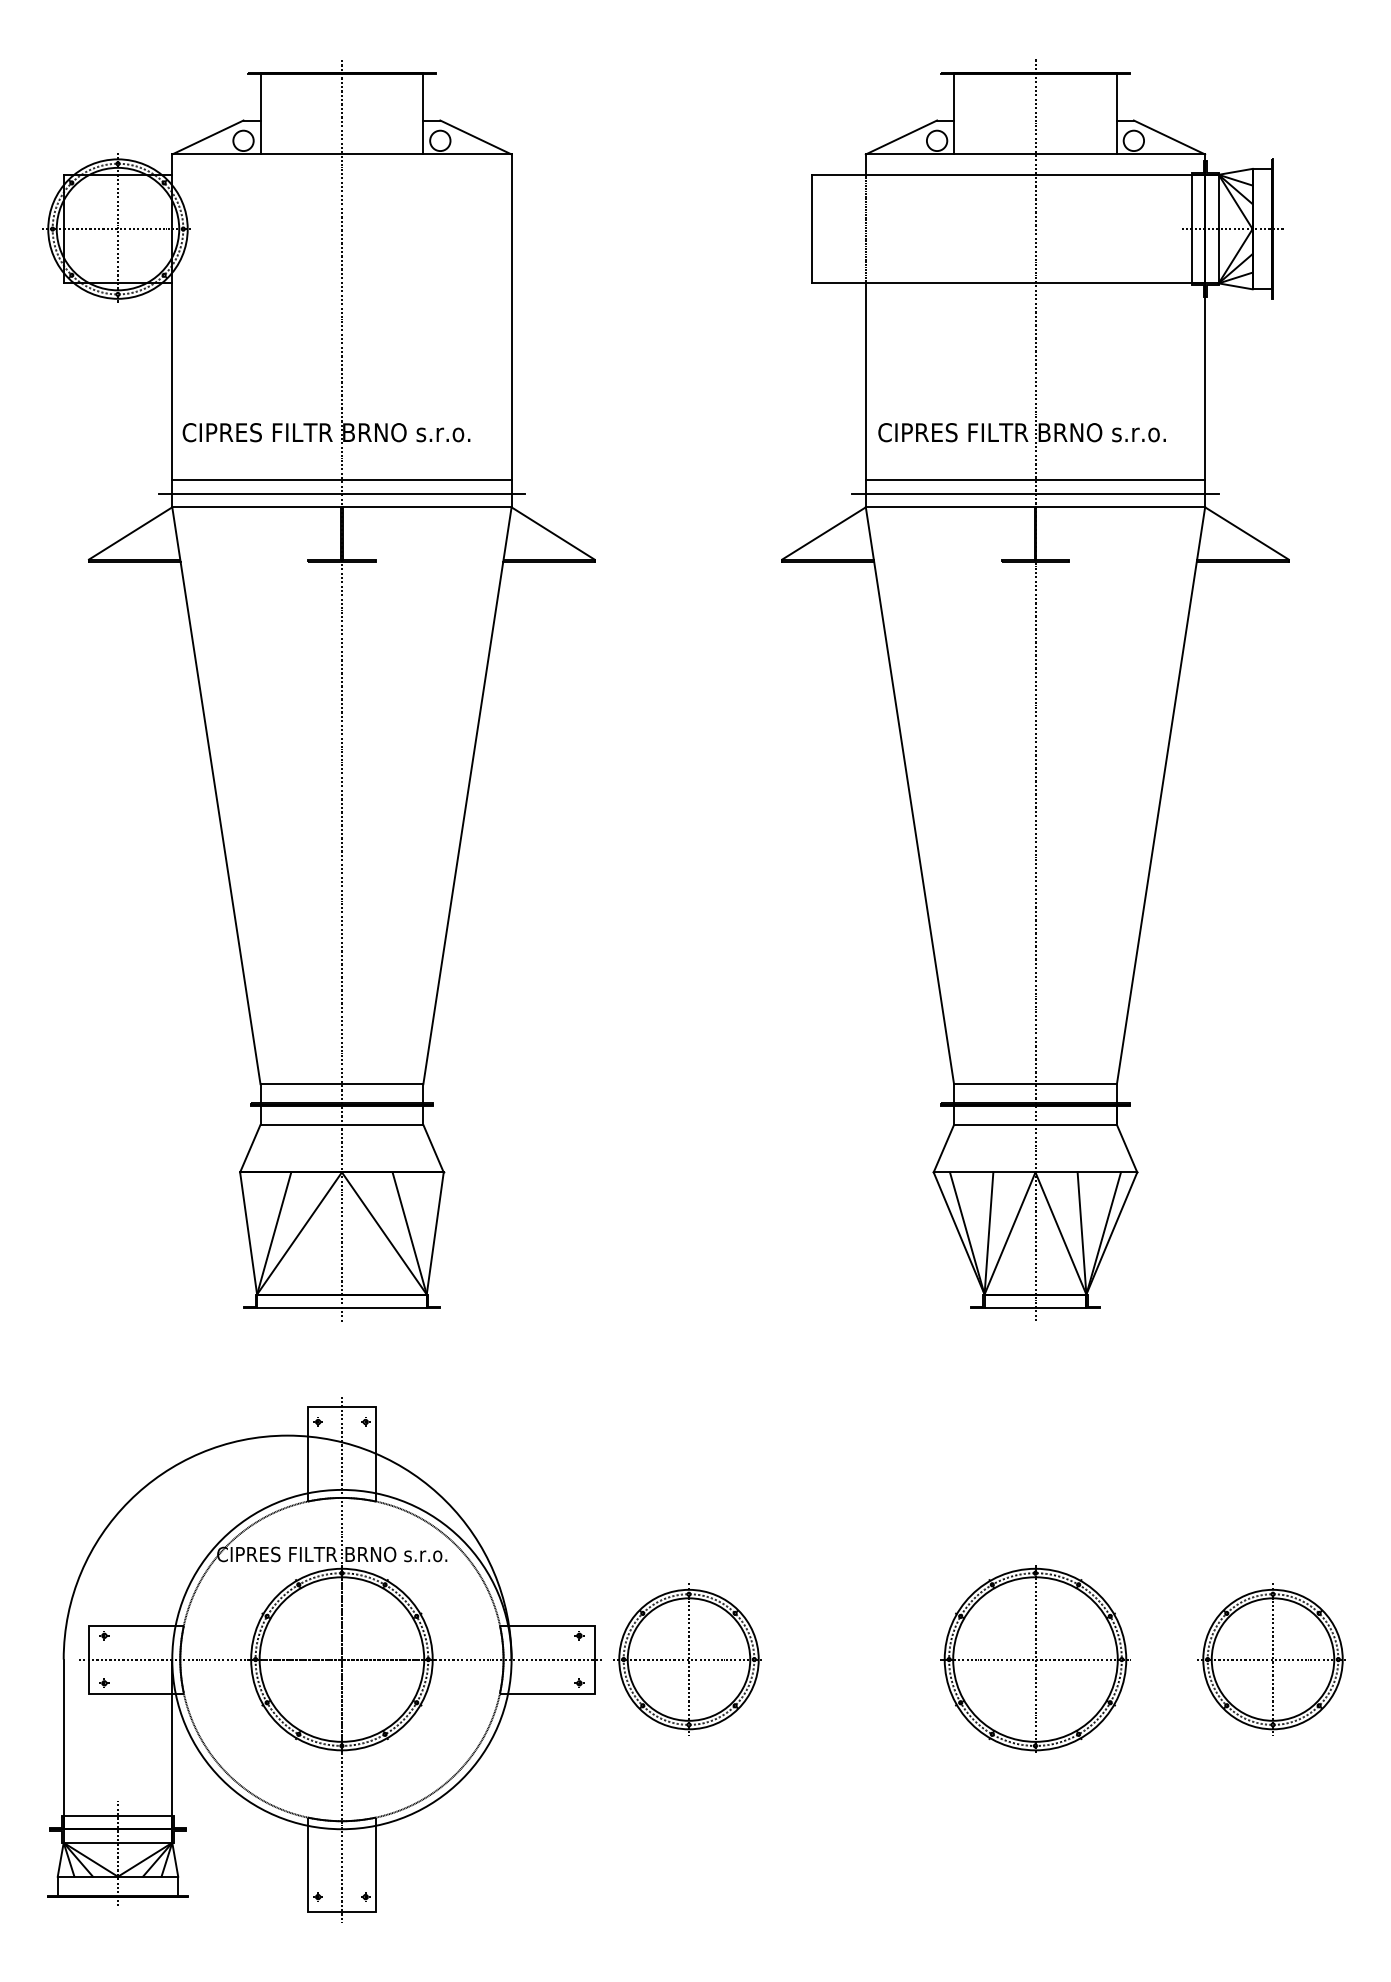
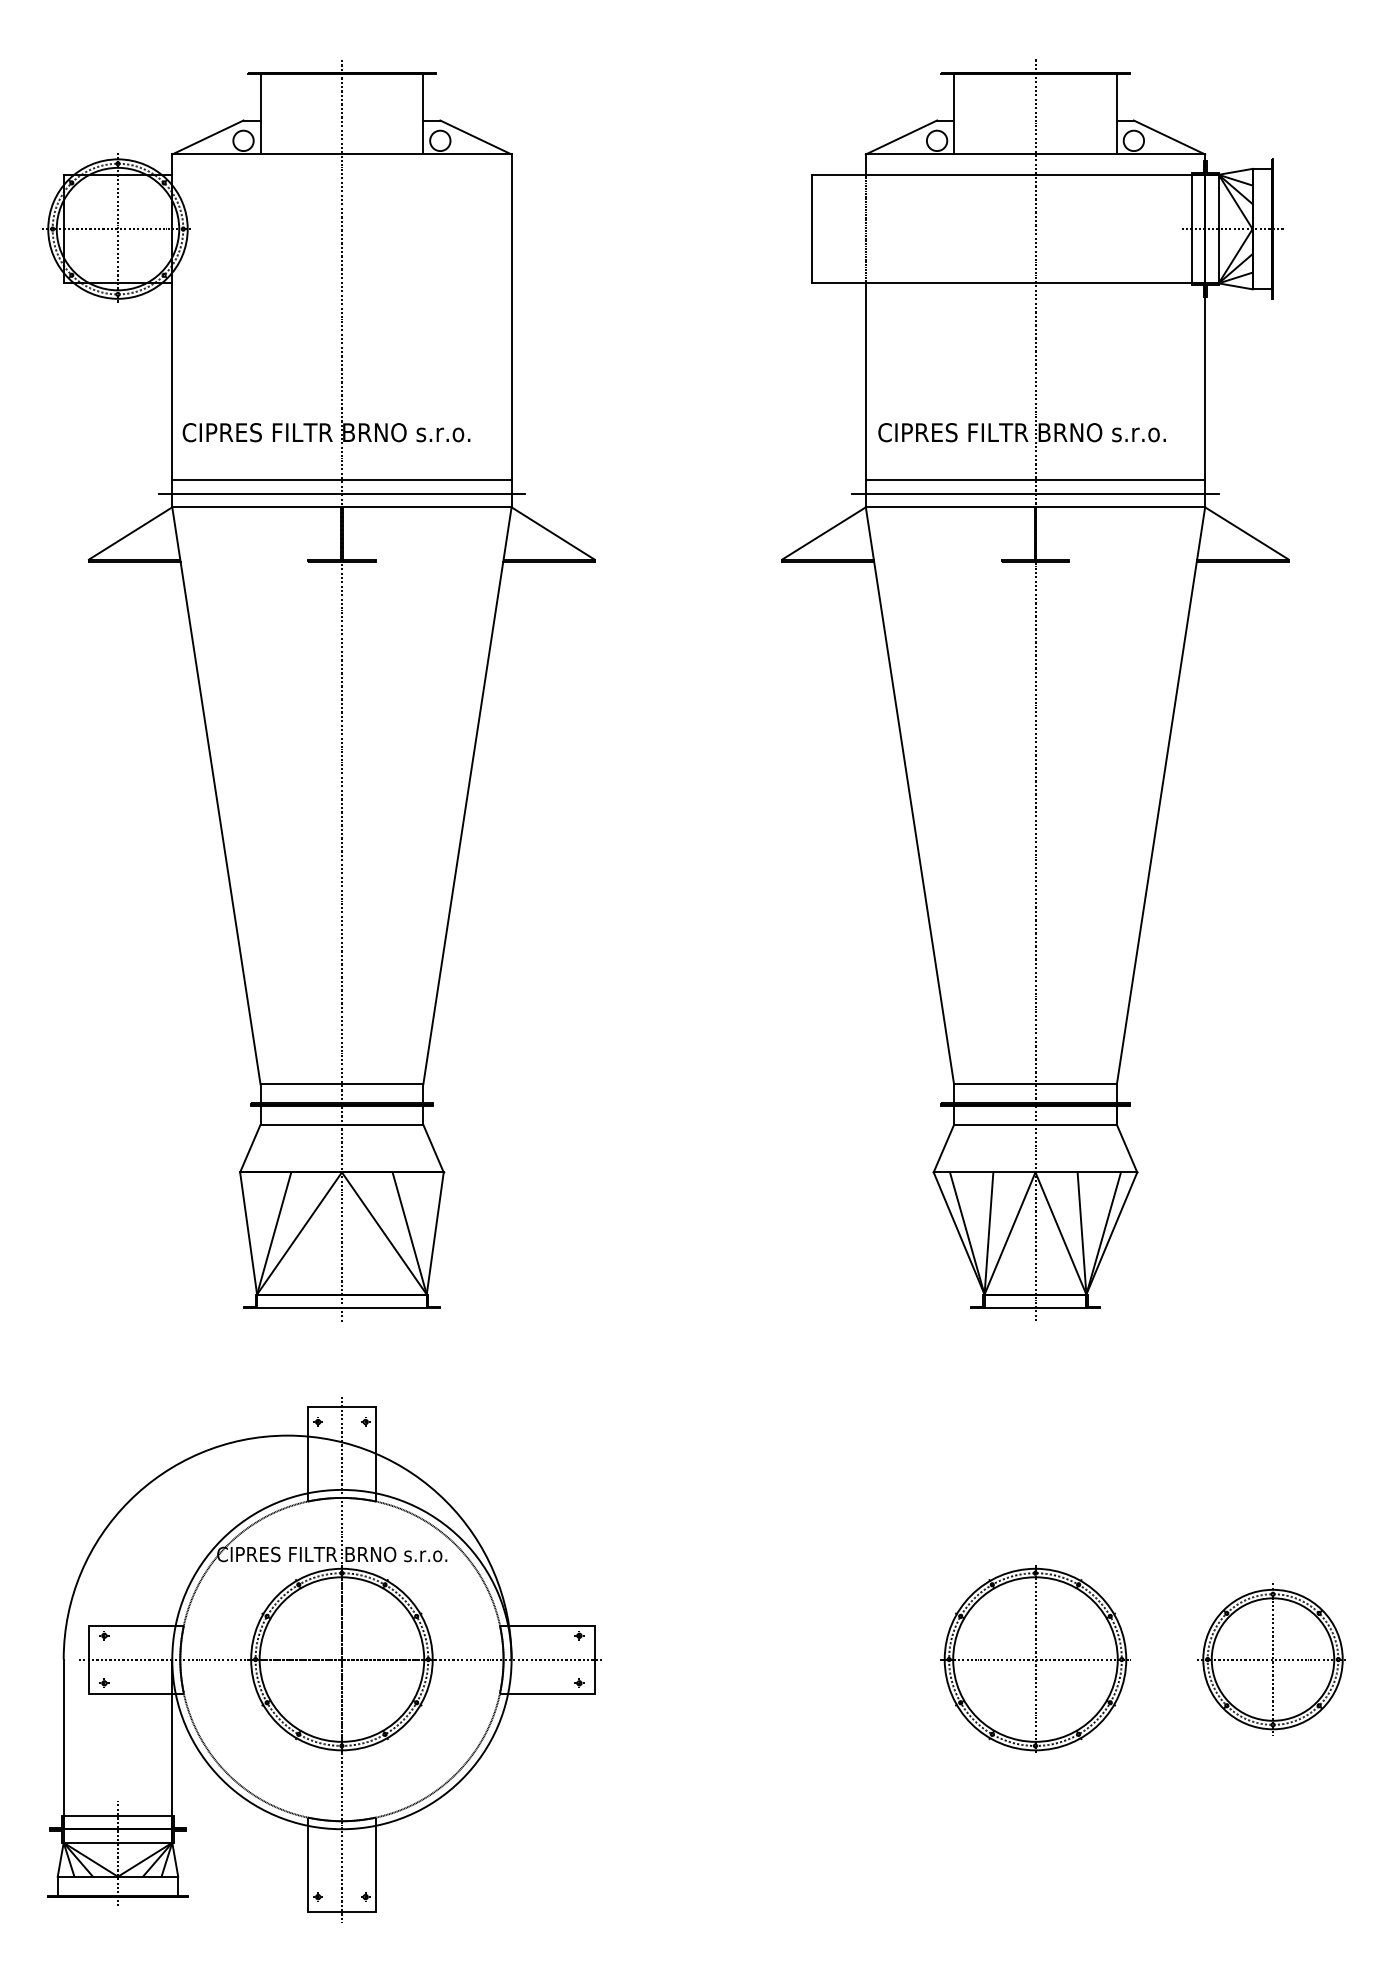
part at (687, 1659): present -> none
